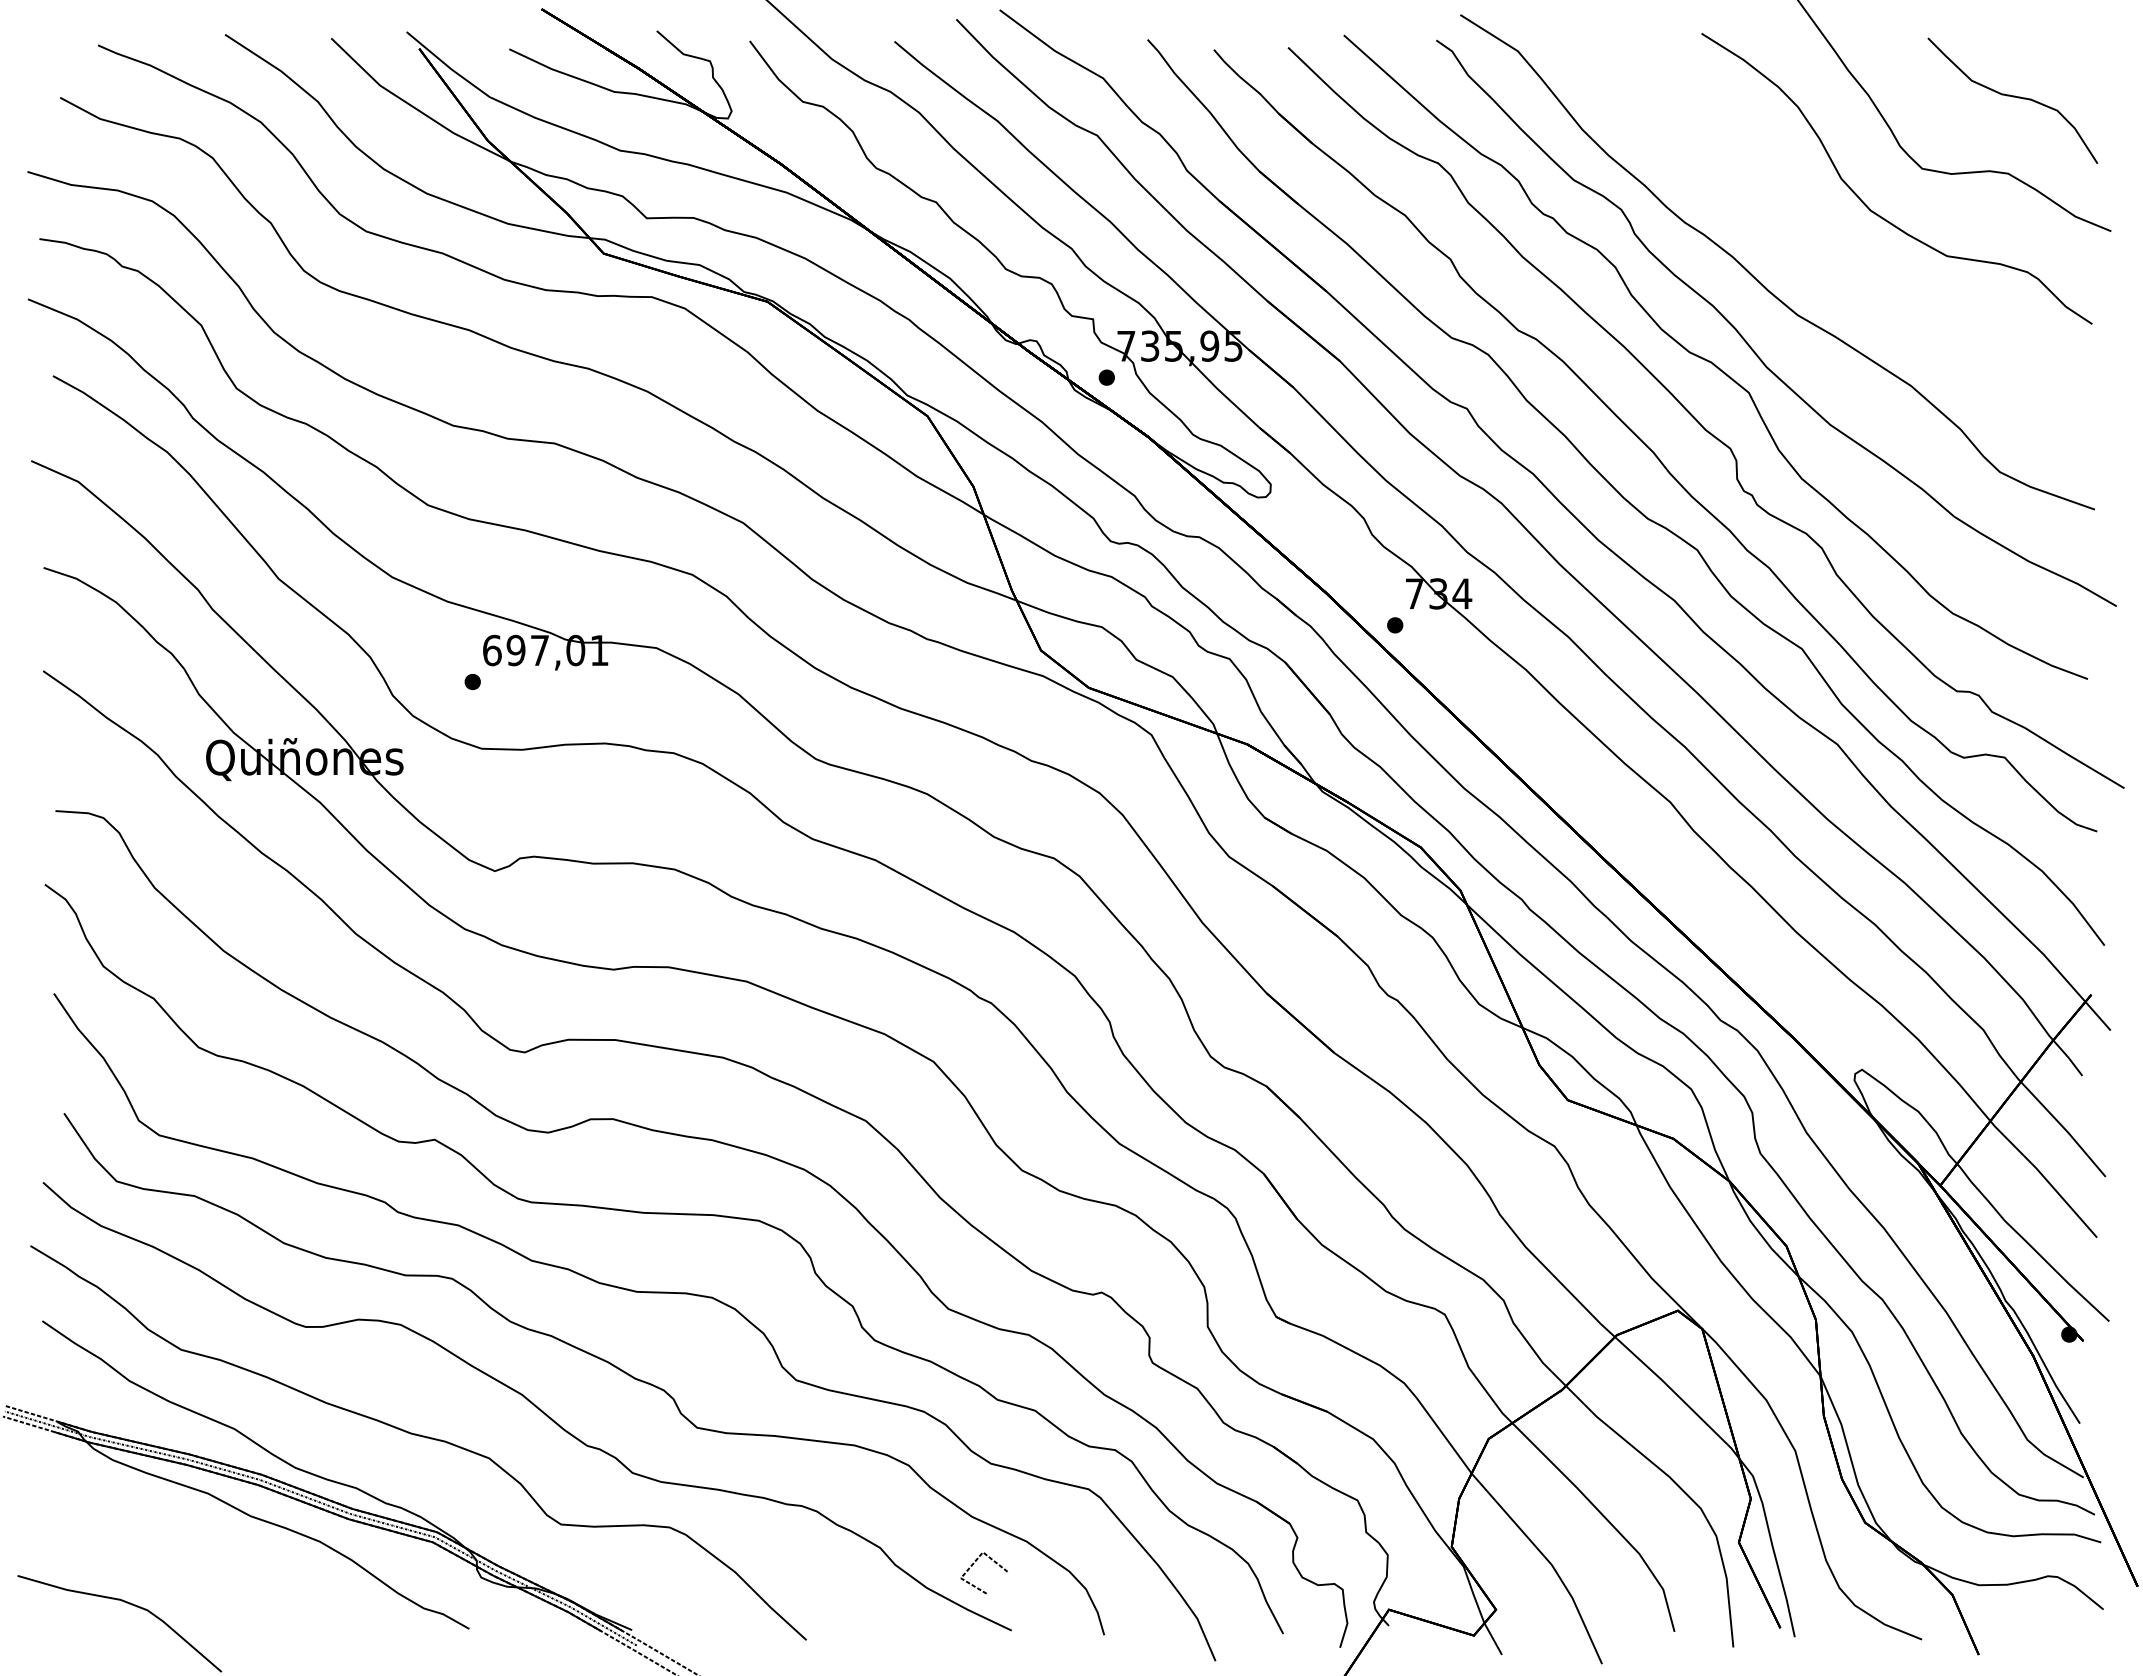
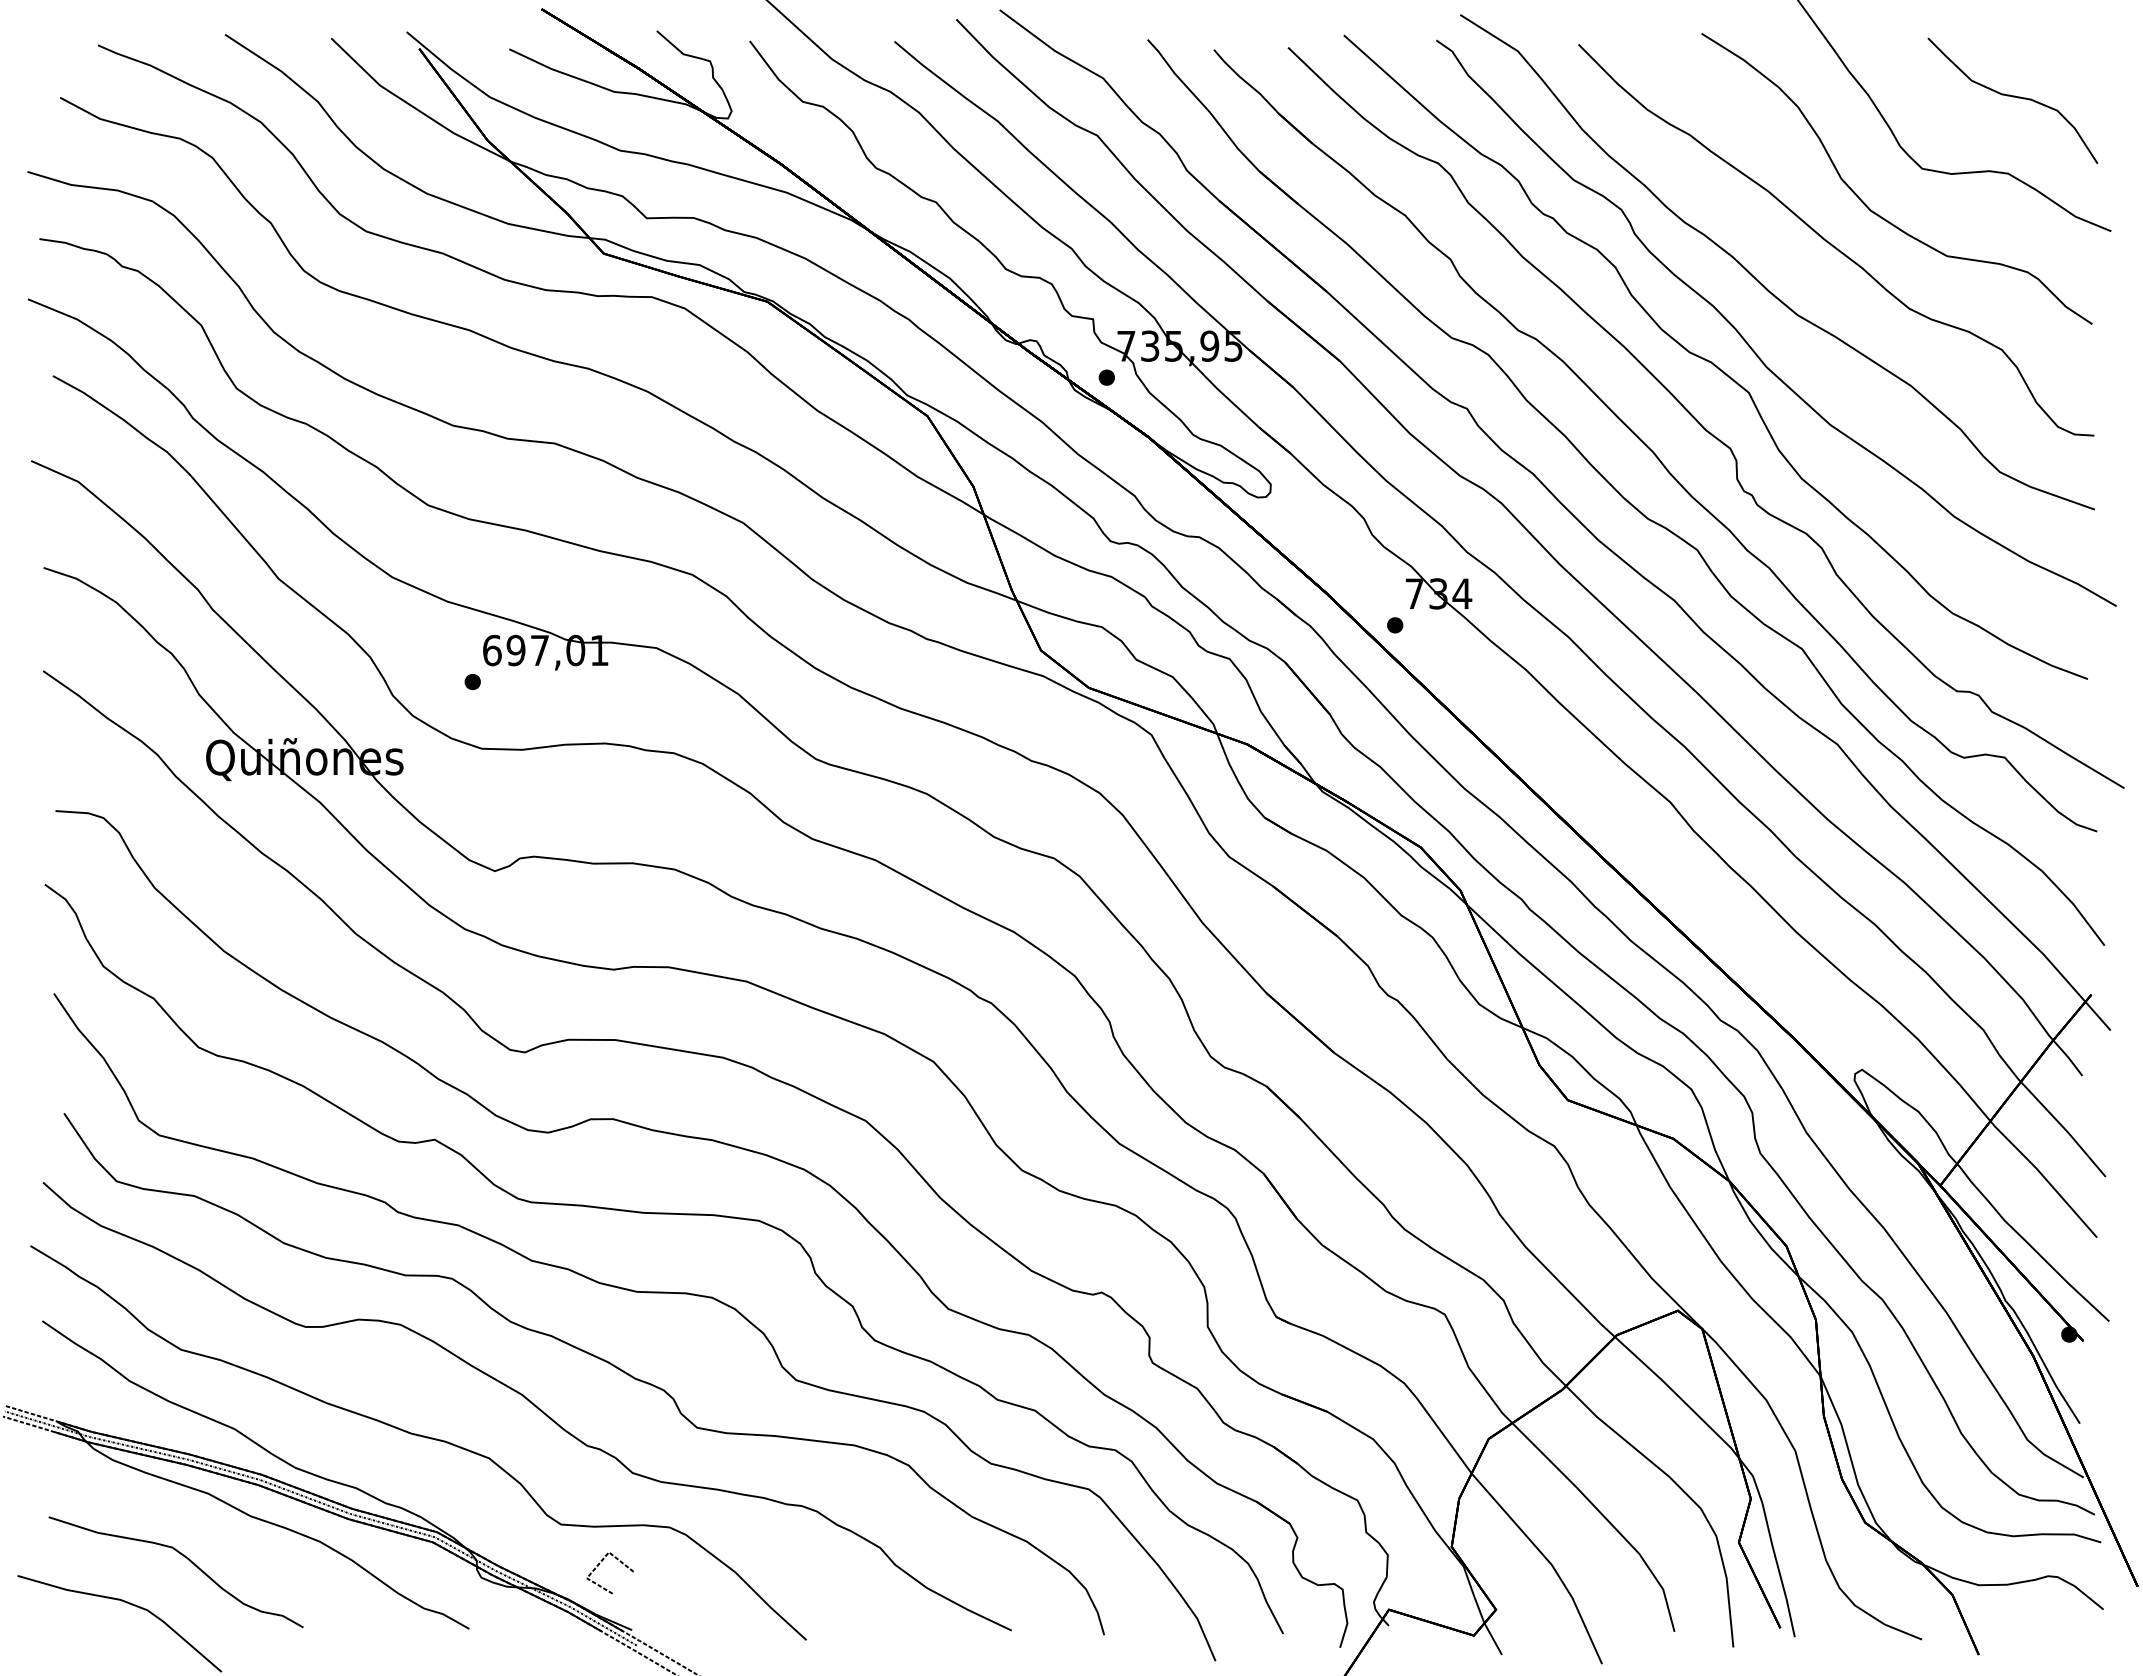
curve at (1834, 245): none -> present
part at (184, 1557): none -> present
line at (973, 1565) position: (973, 1565) -> (599, 1565)
